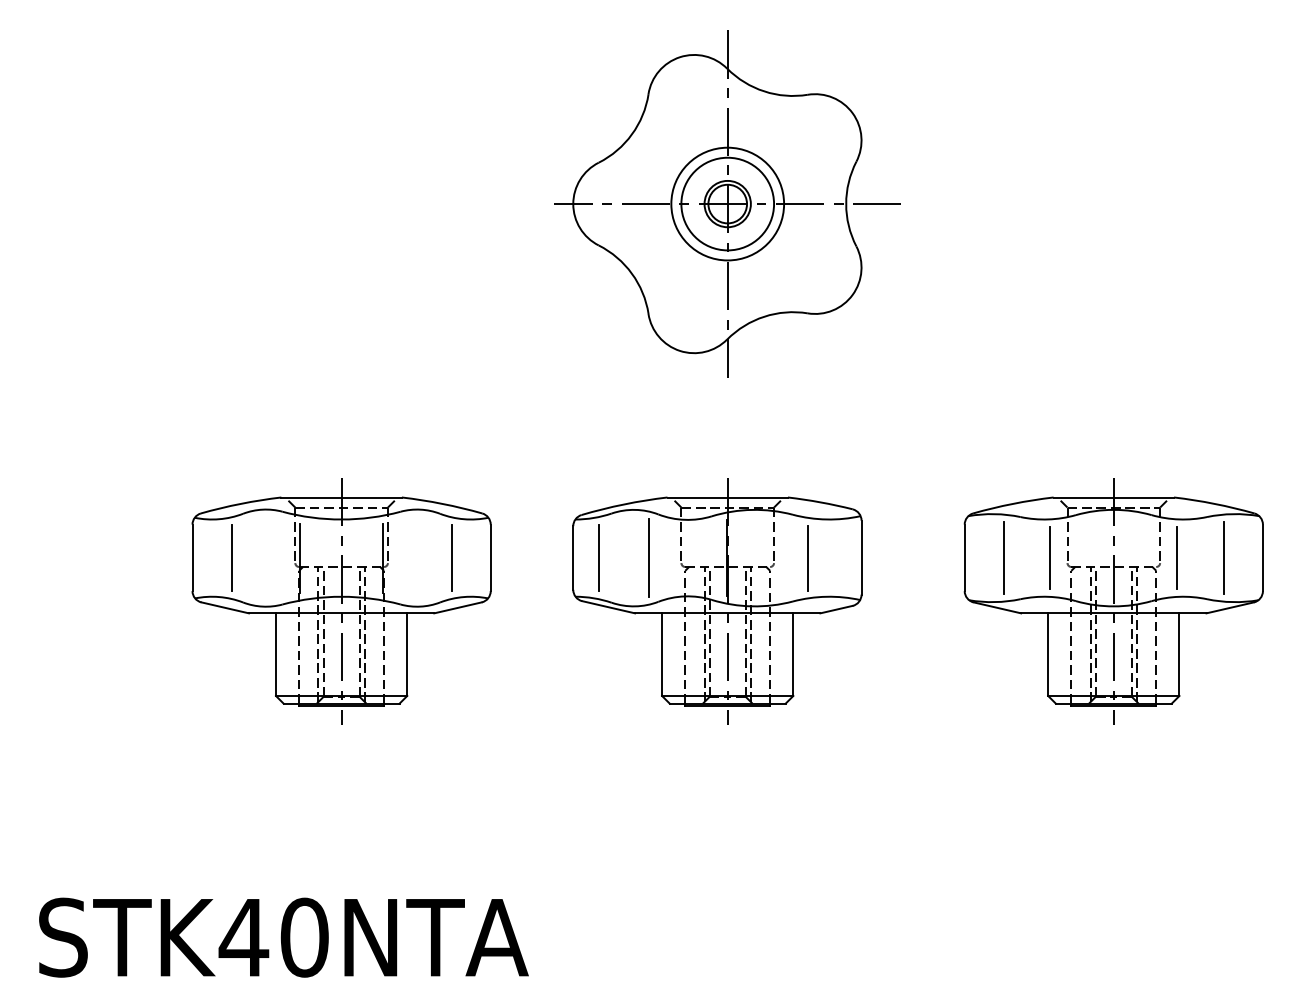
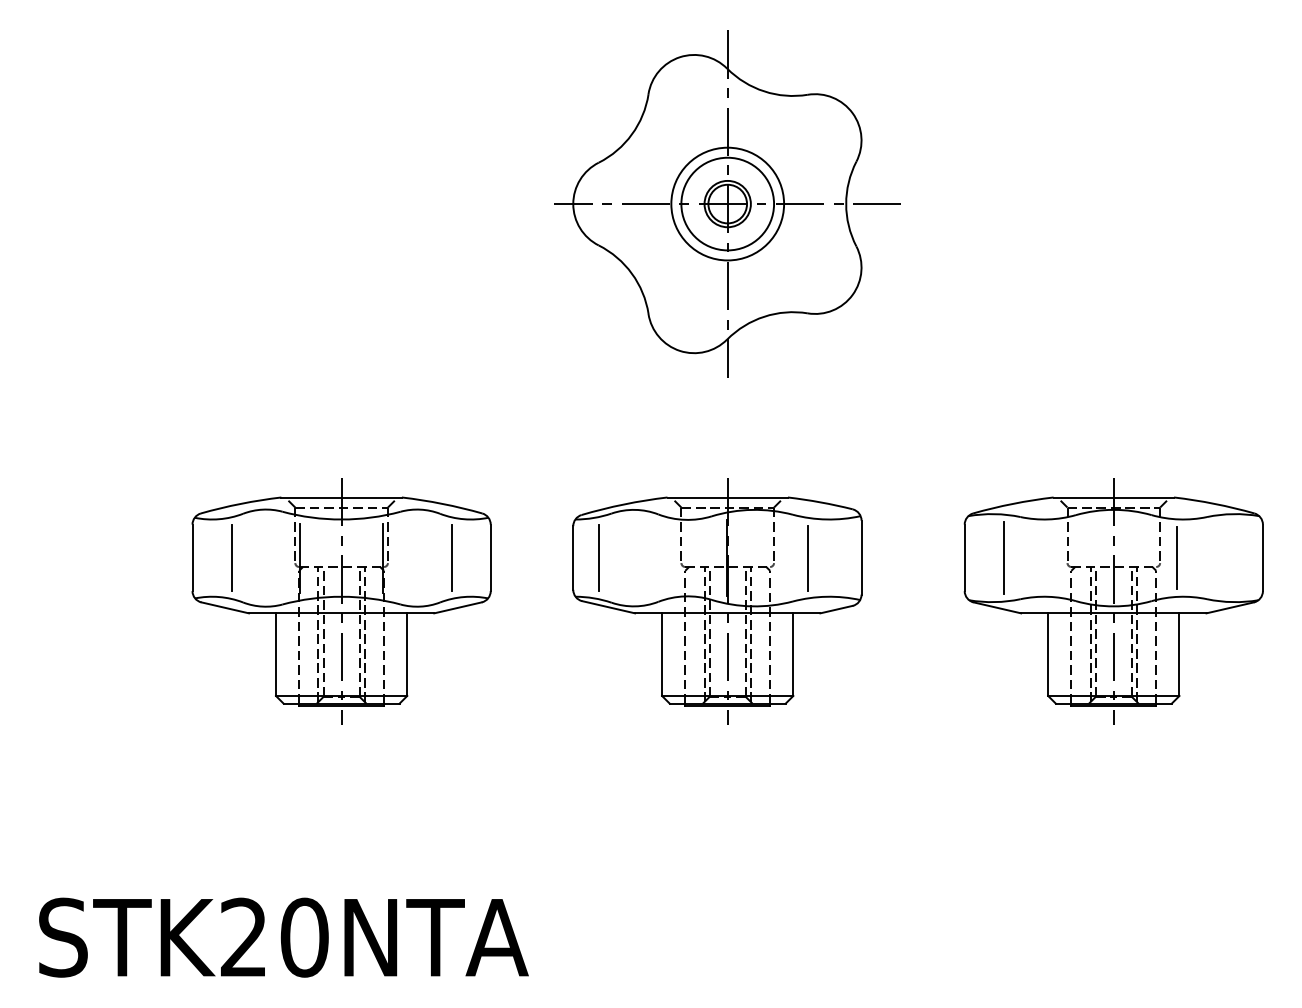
line at (648, 557): present -> none
line at (1223, 557): present -> none
line at (1050, 558): present -> none
text at (243, 936): STK40NTA -> STK20NTA
